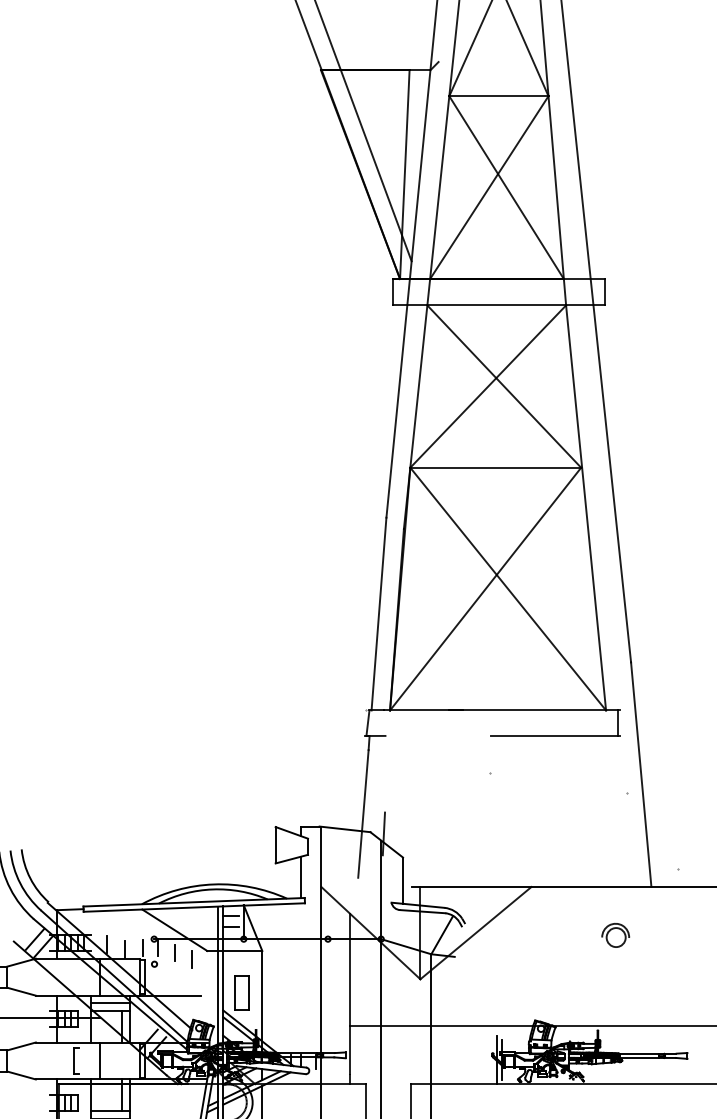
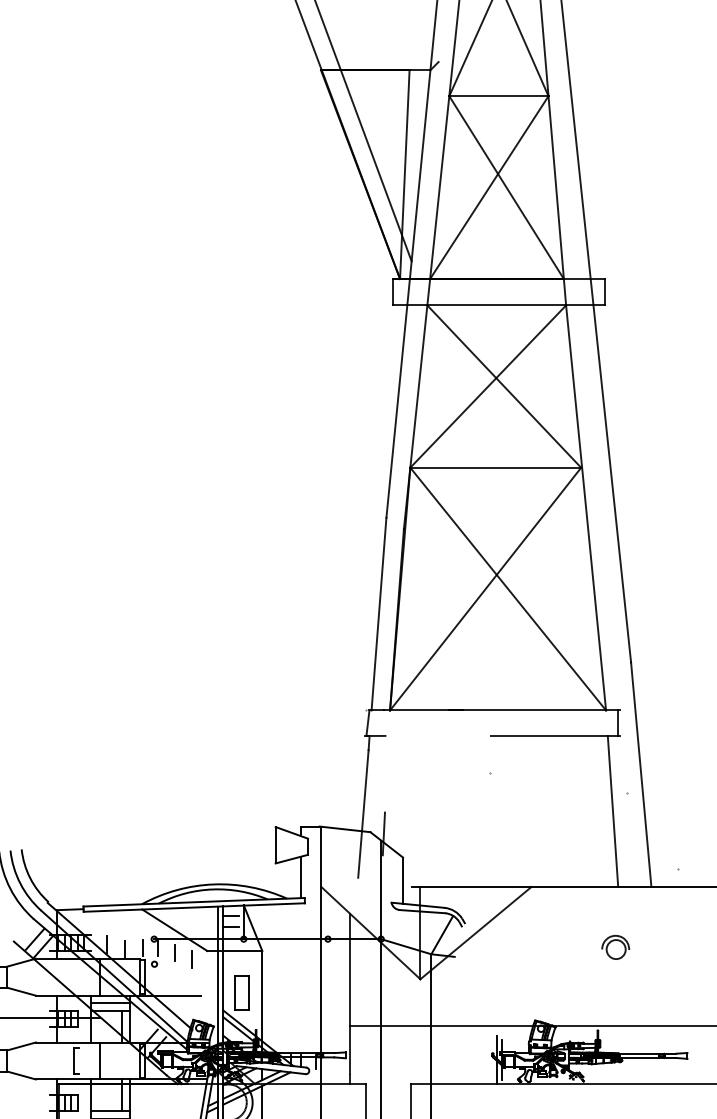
line at (612, 811): none -> present
part at (615, 935) position: (615, 935) -> (615, 947)
